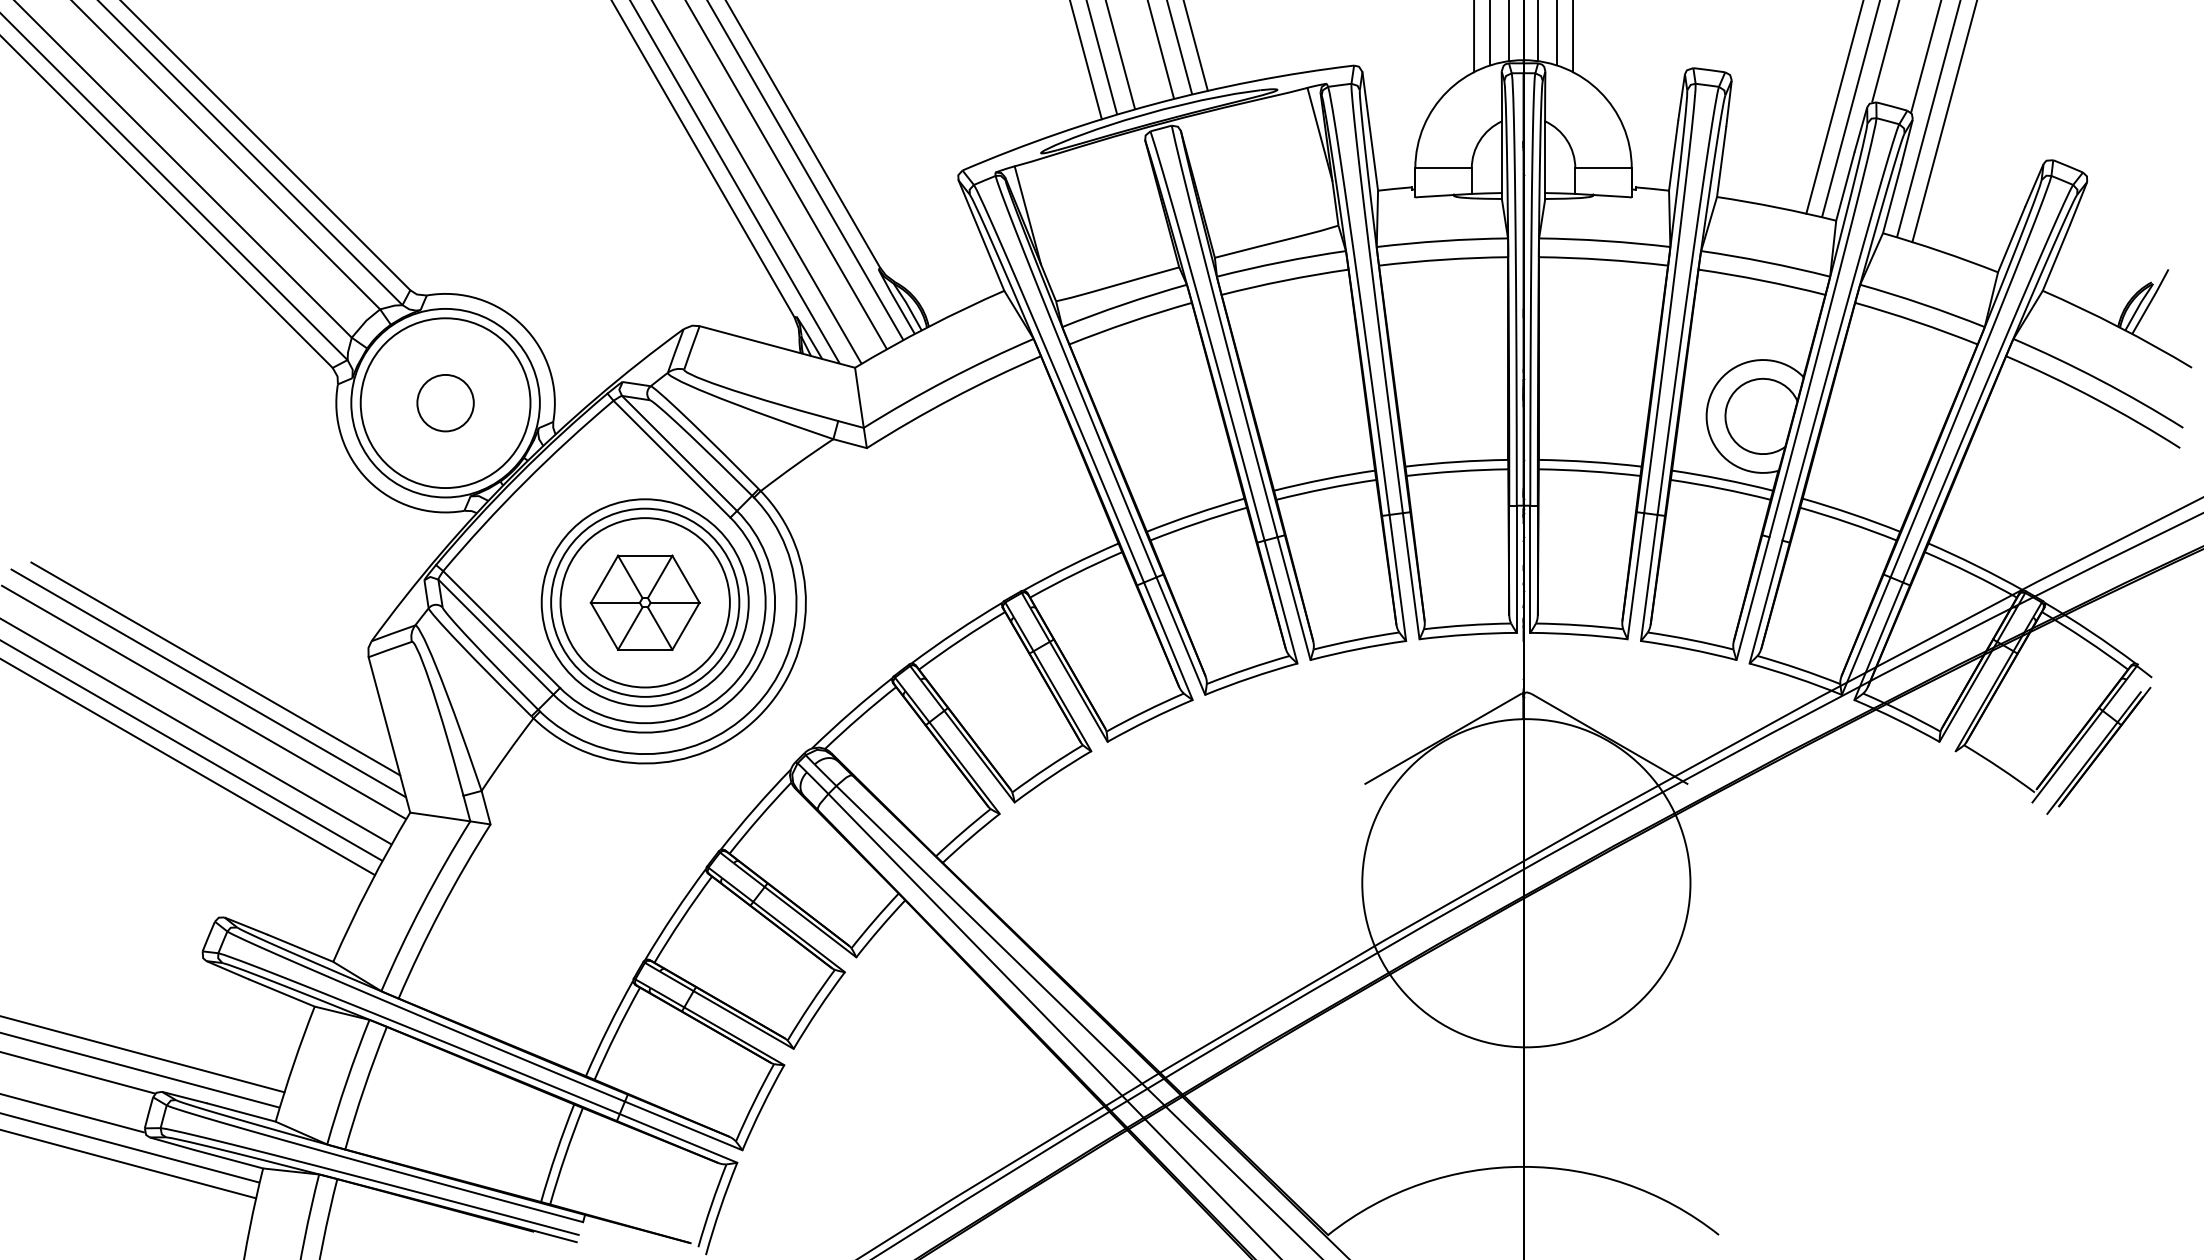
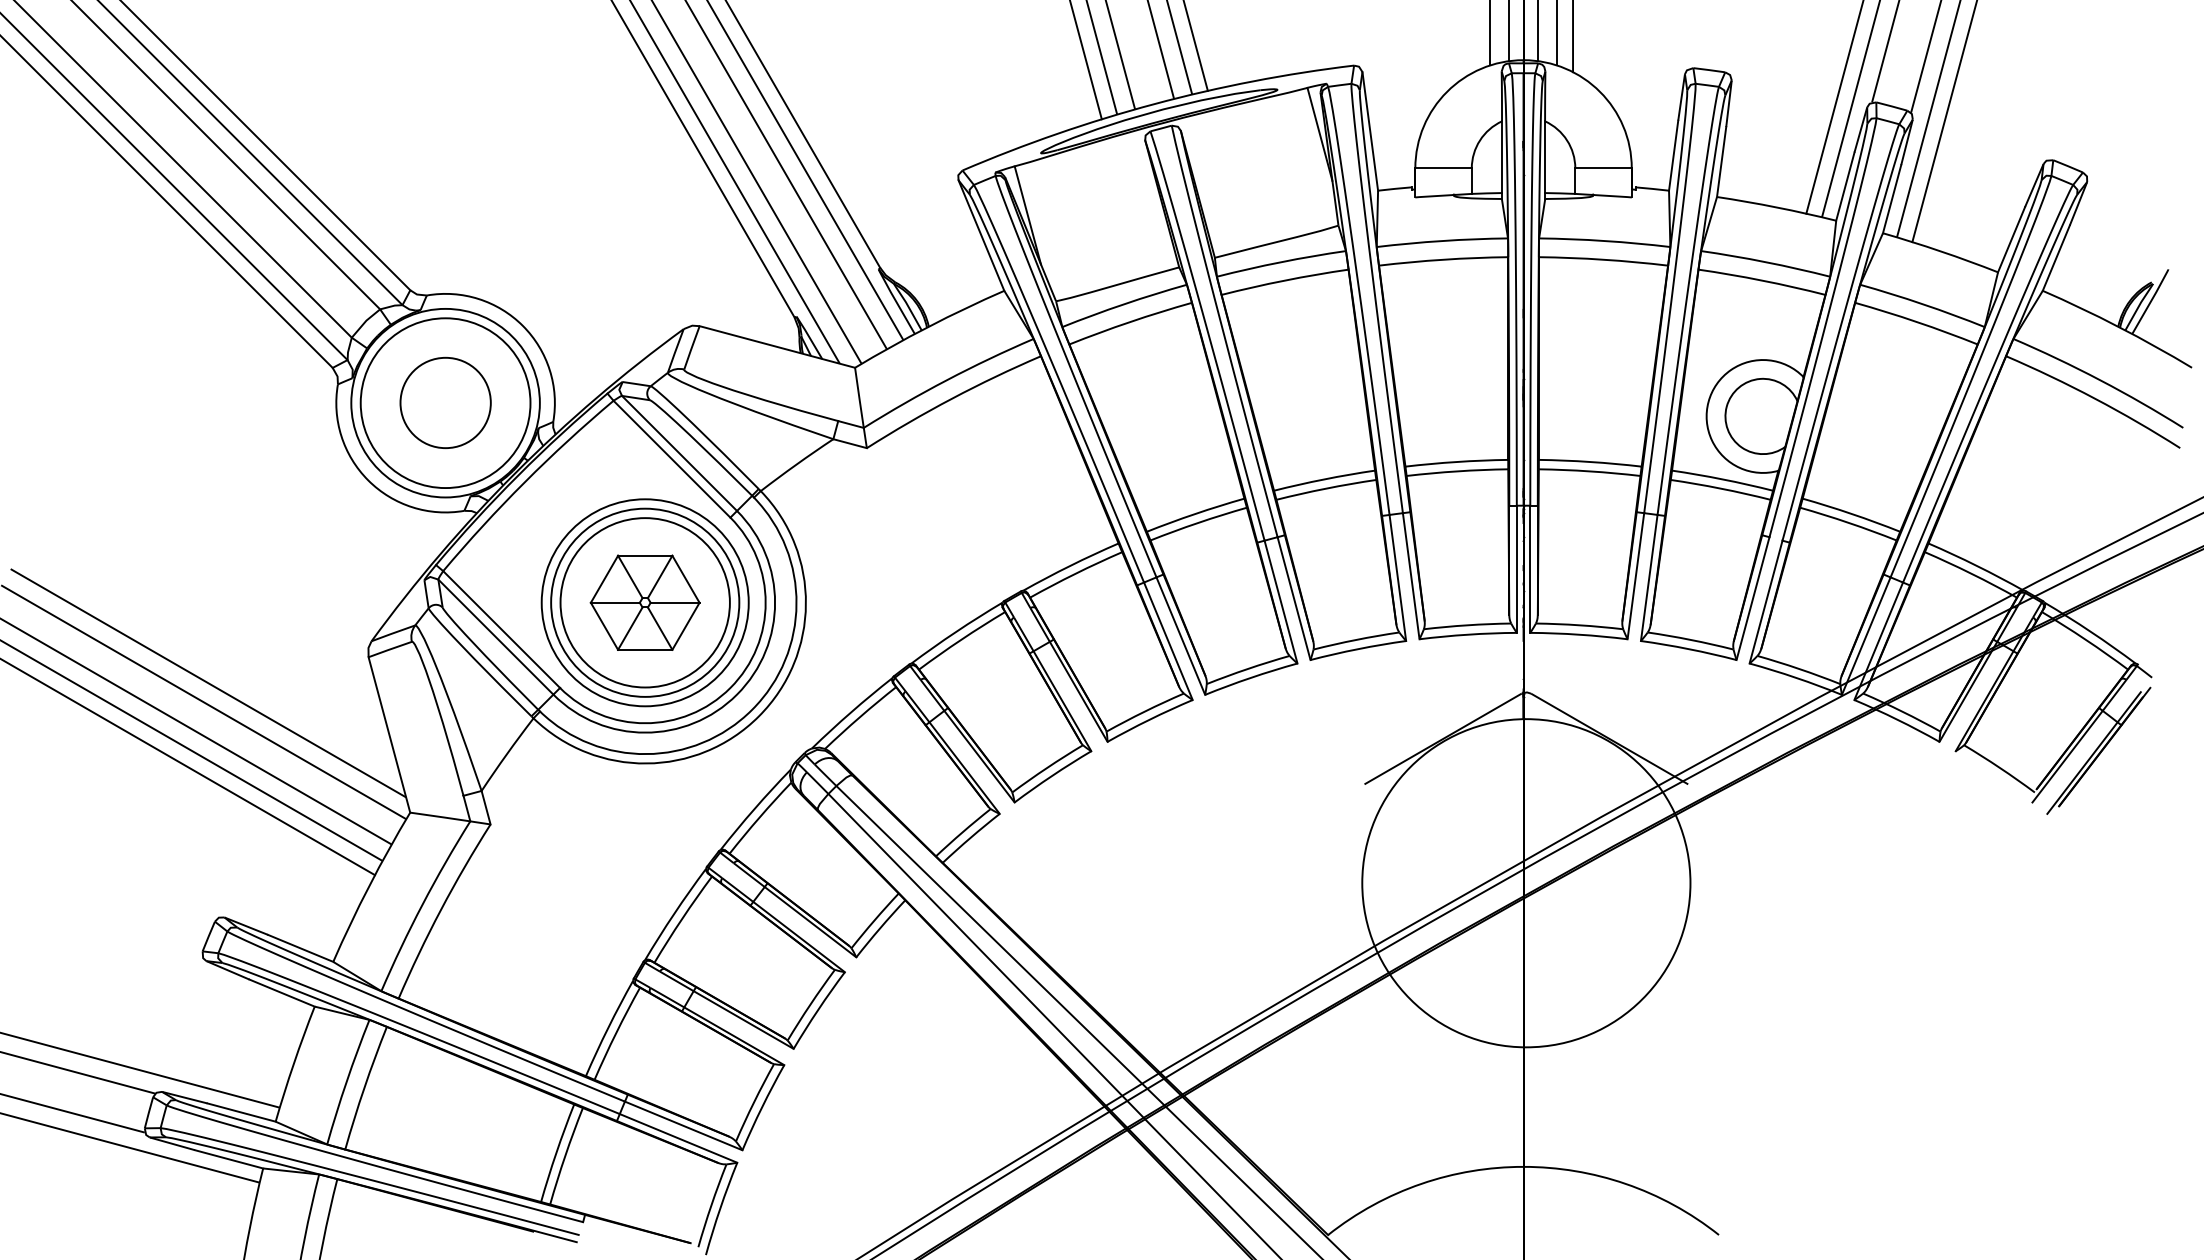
line at (1474, 37): present -> none
circle at (445, 403) size: 59x59 px -> 93x93 px
line at (215, 668): present -> none
line at (143, 1054): present -> none
line at (129, 1164): present -> none
